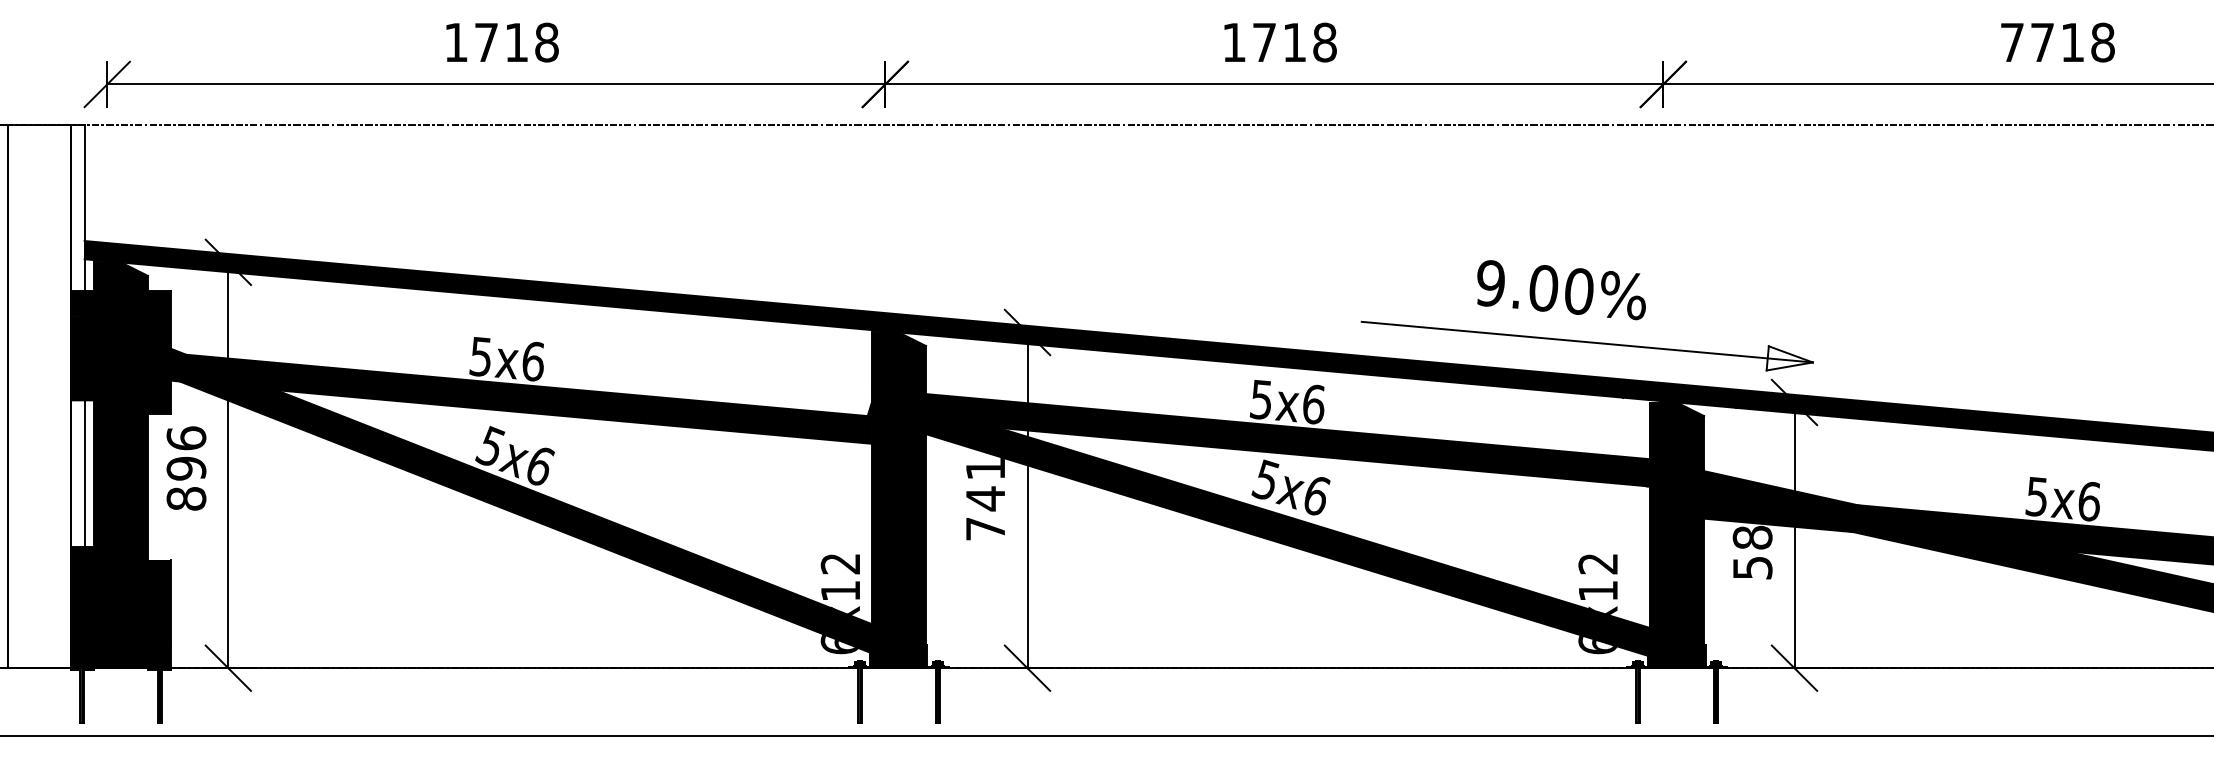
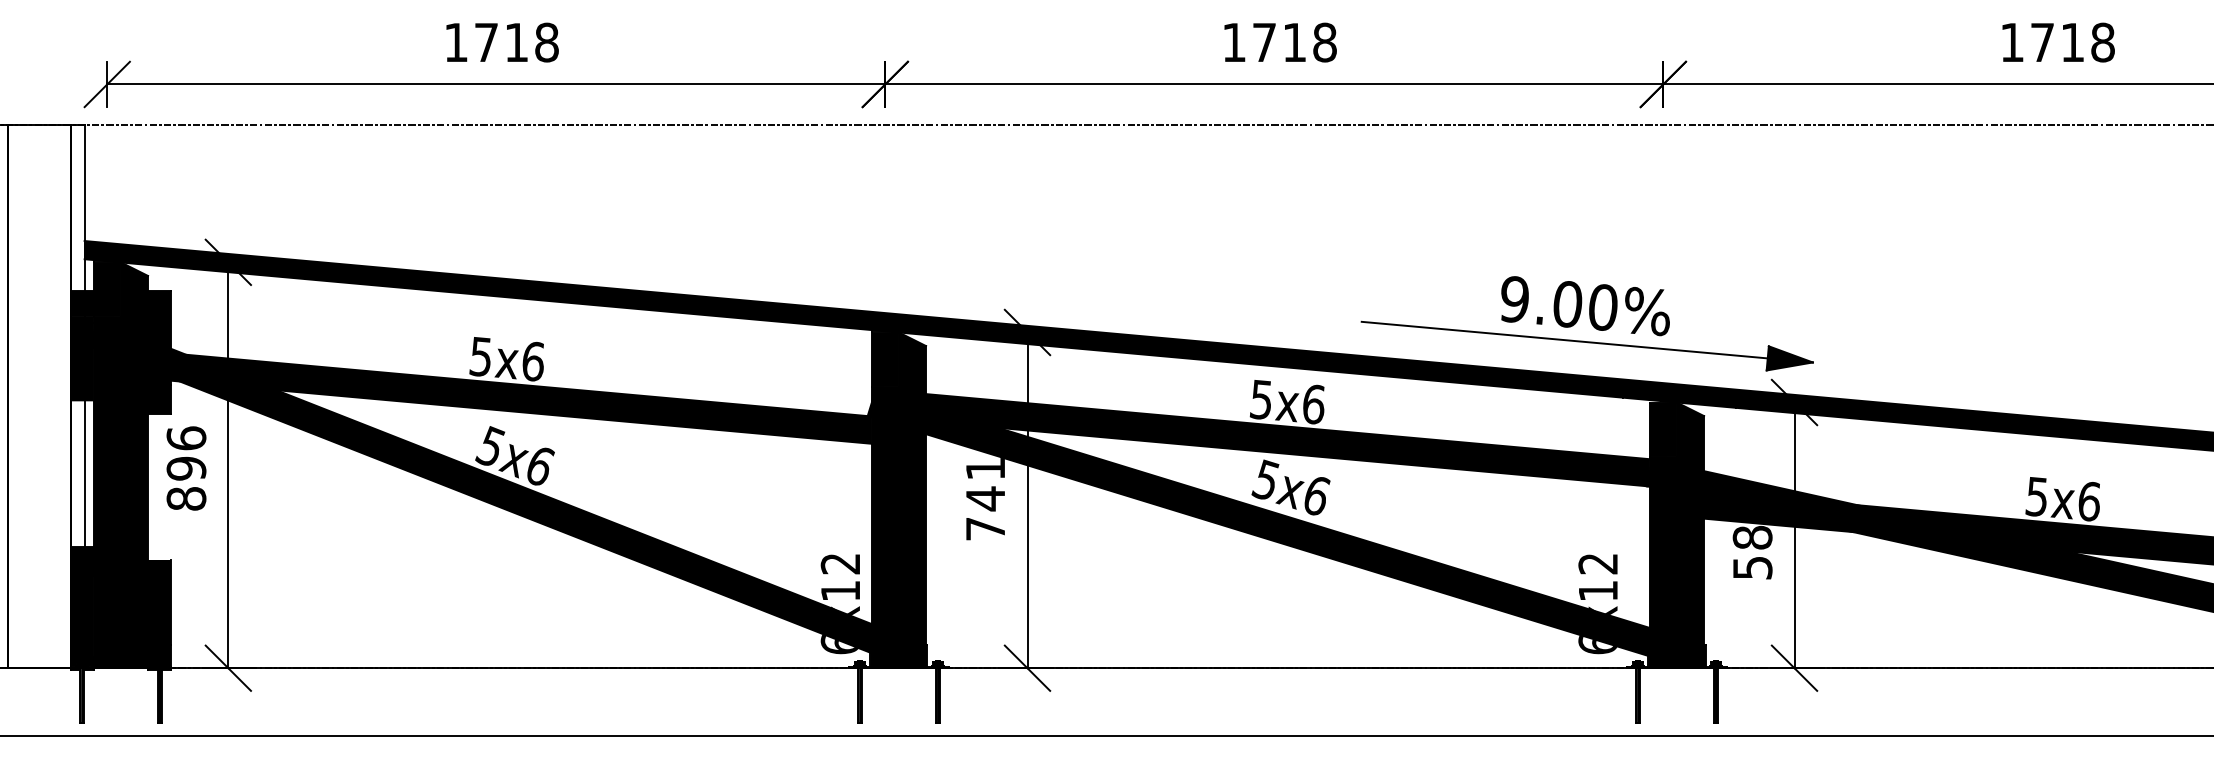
text at (2012, 42): 7718 -> 1718
text at (1561, 290) position: (1561, 290) -> (1585, 306)
fill at (1789, 358): none -> present
